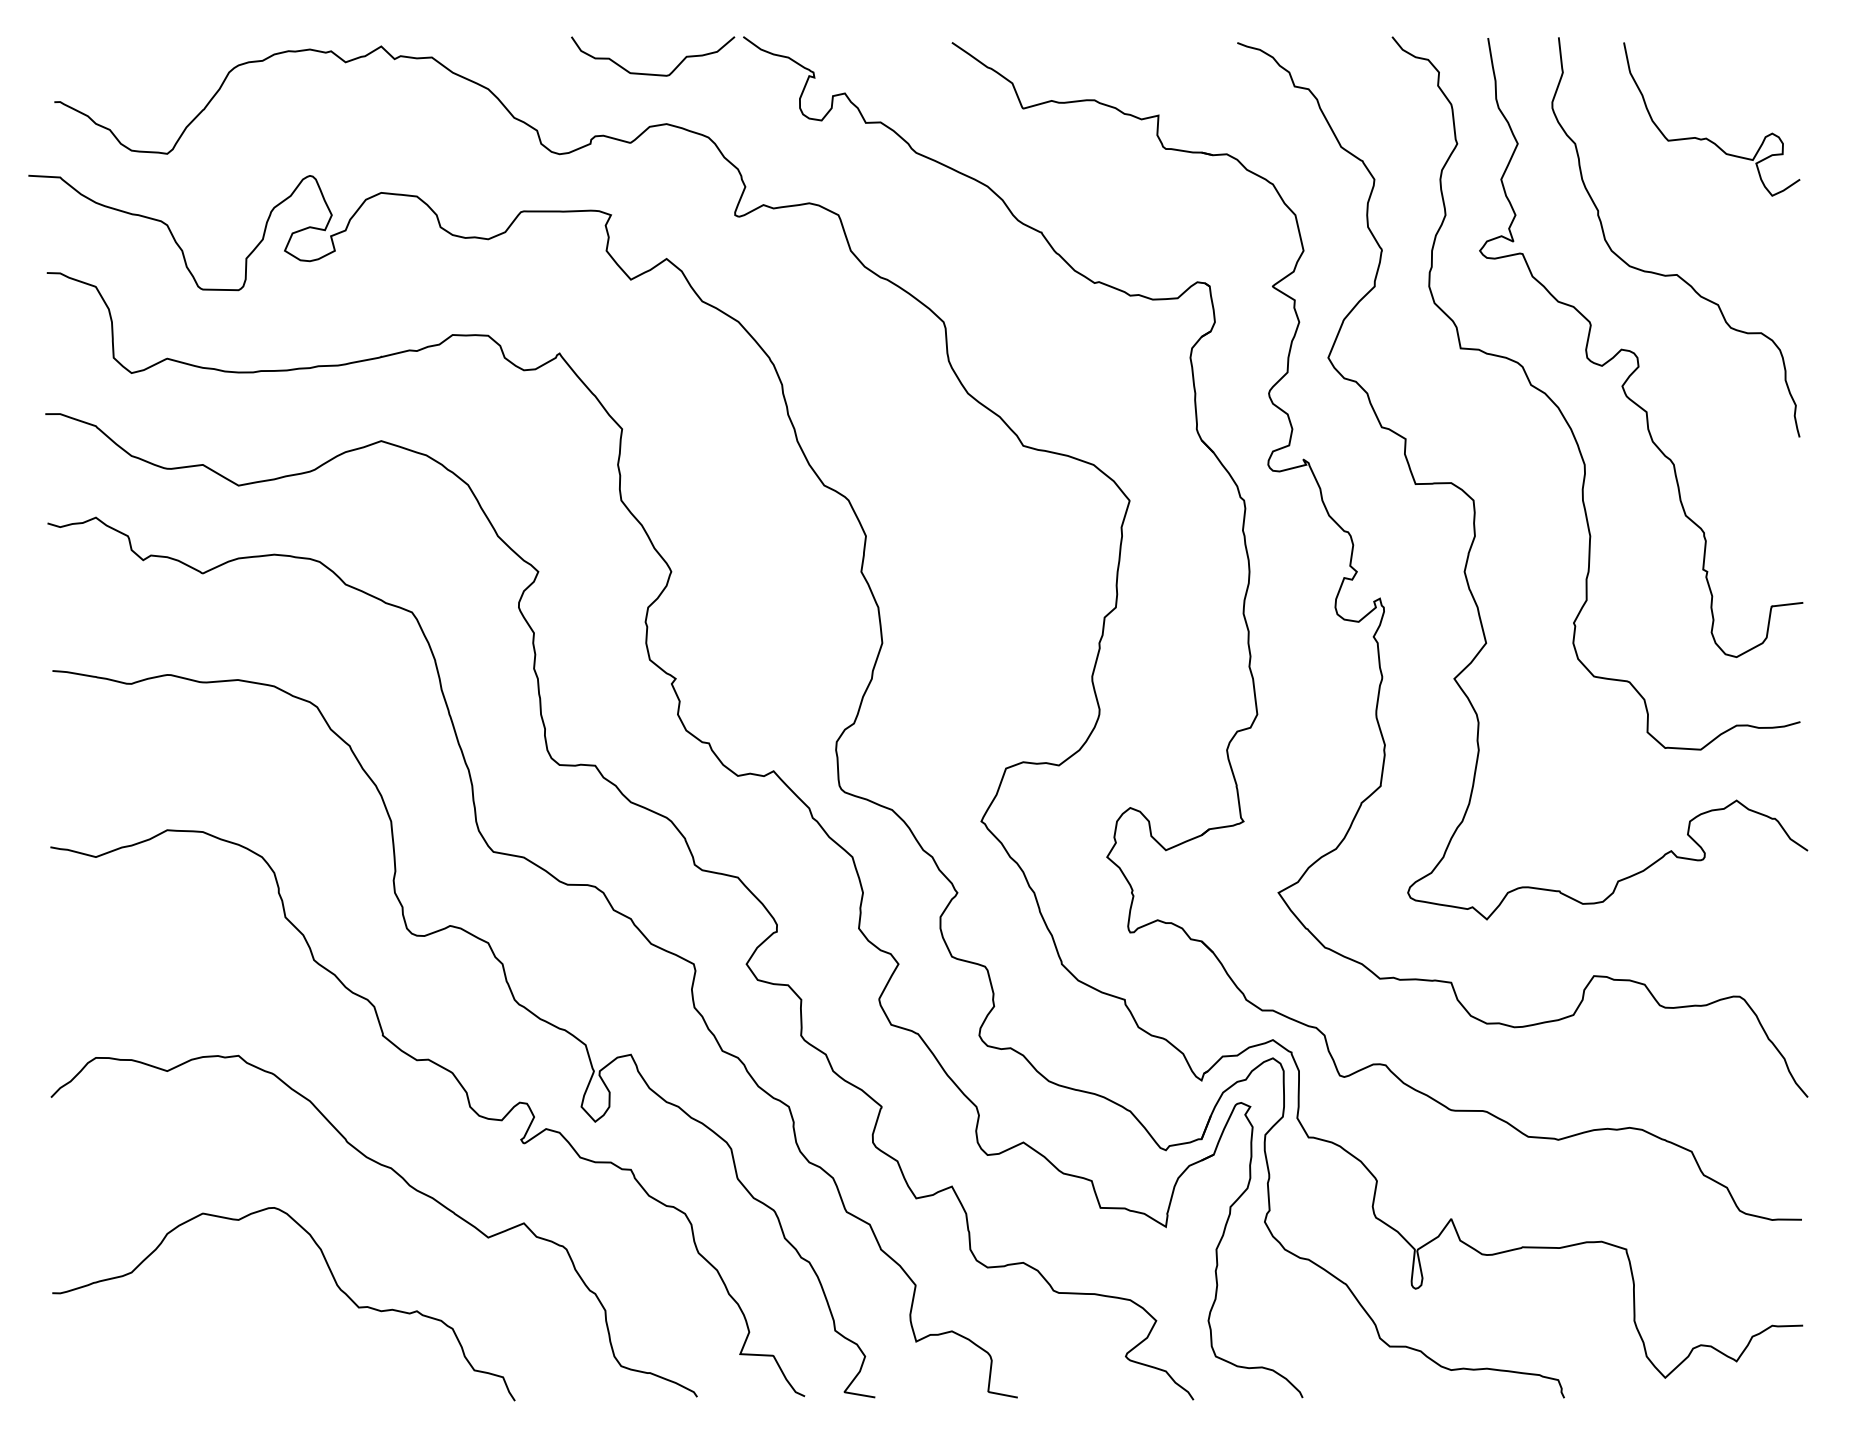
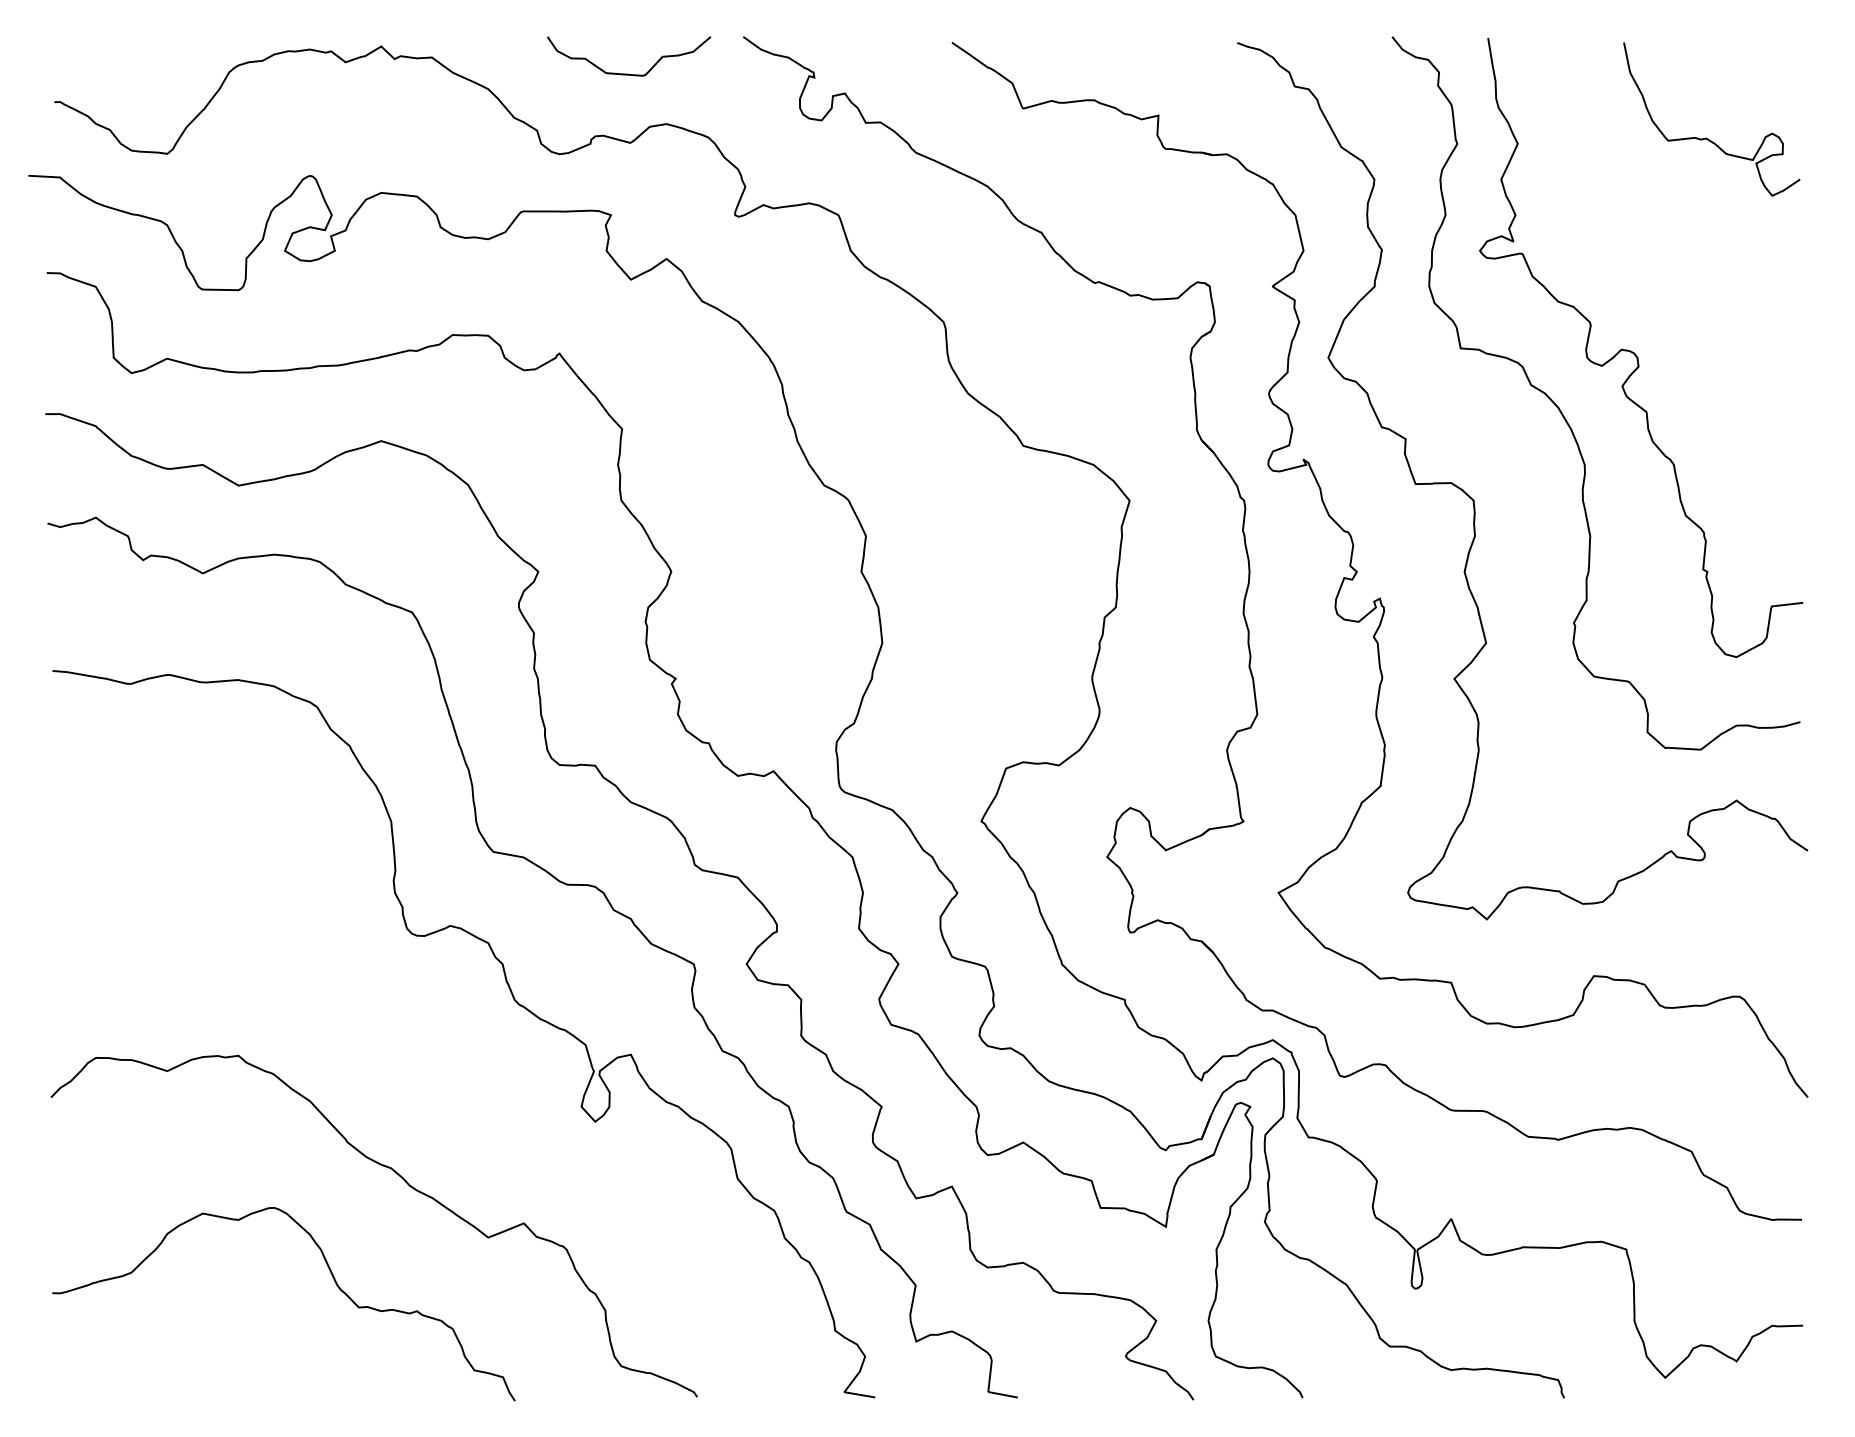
curve at (652, 73) position: (652, 73) -> (628, 73)
curve at (1675, 274): present -> none
curve at (467, 1101): present -> none
